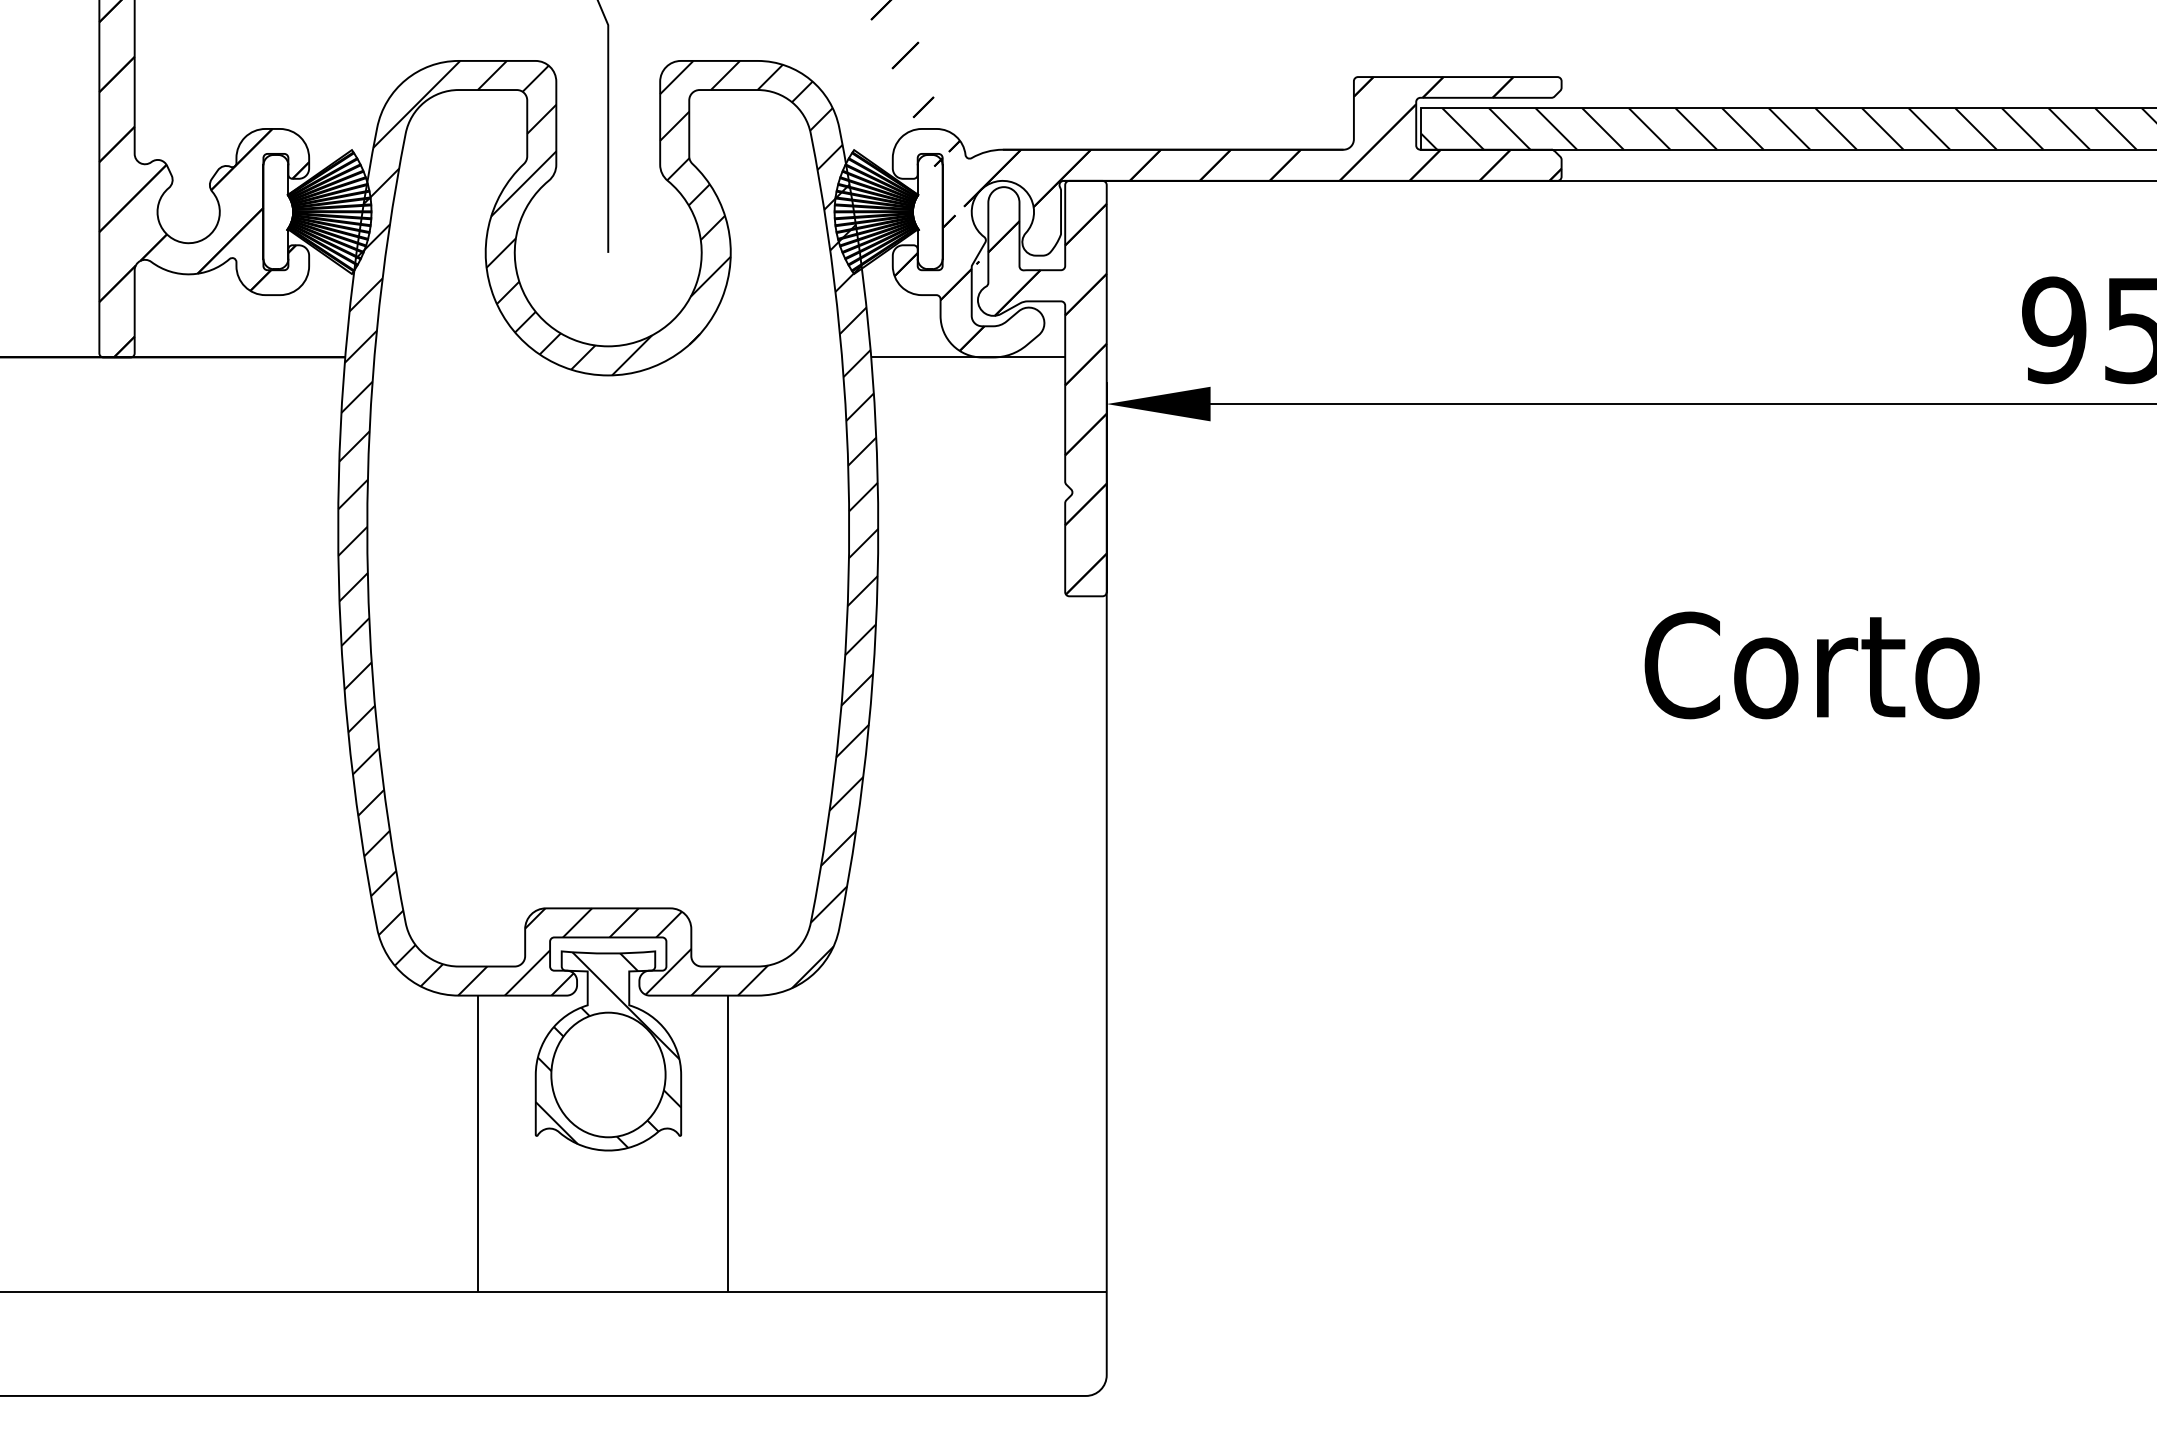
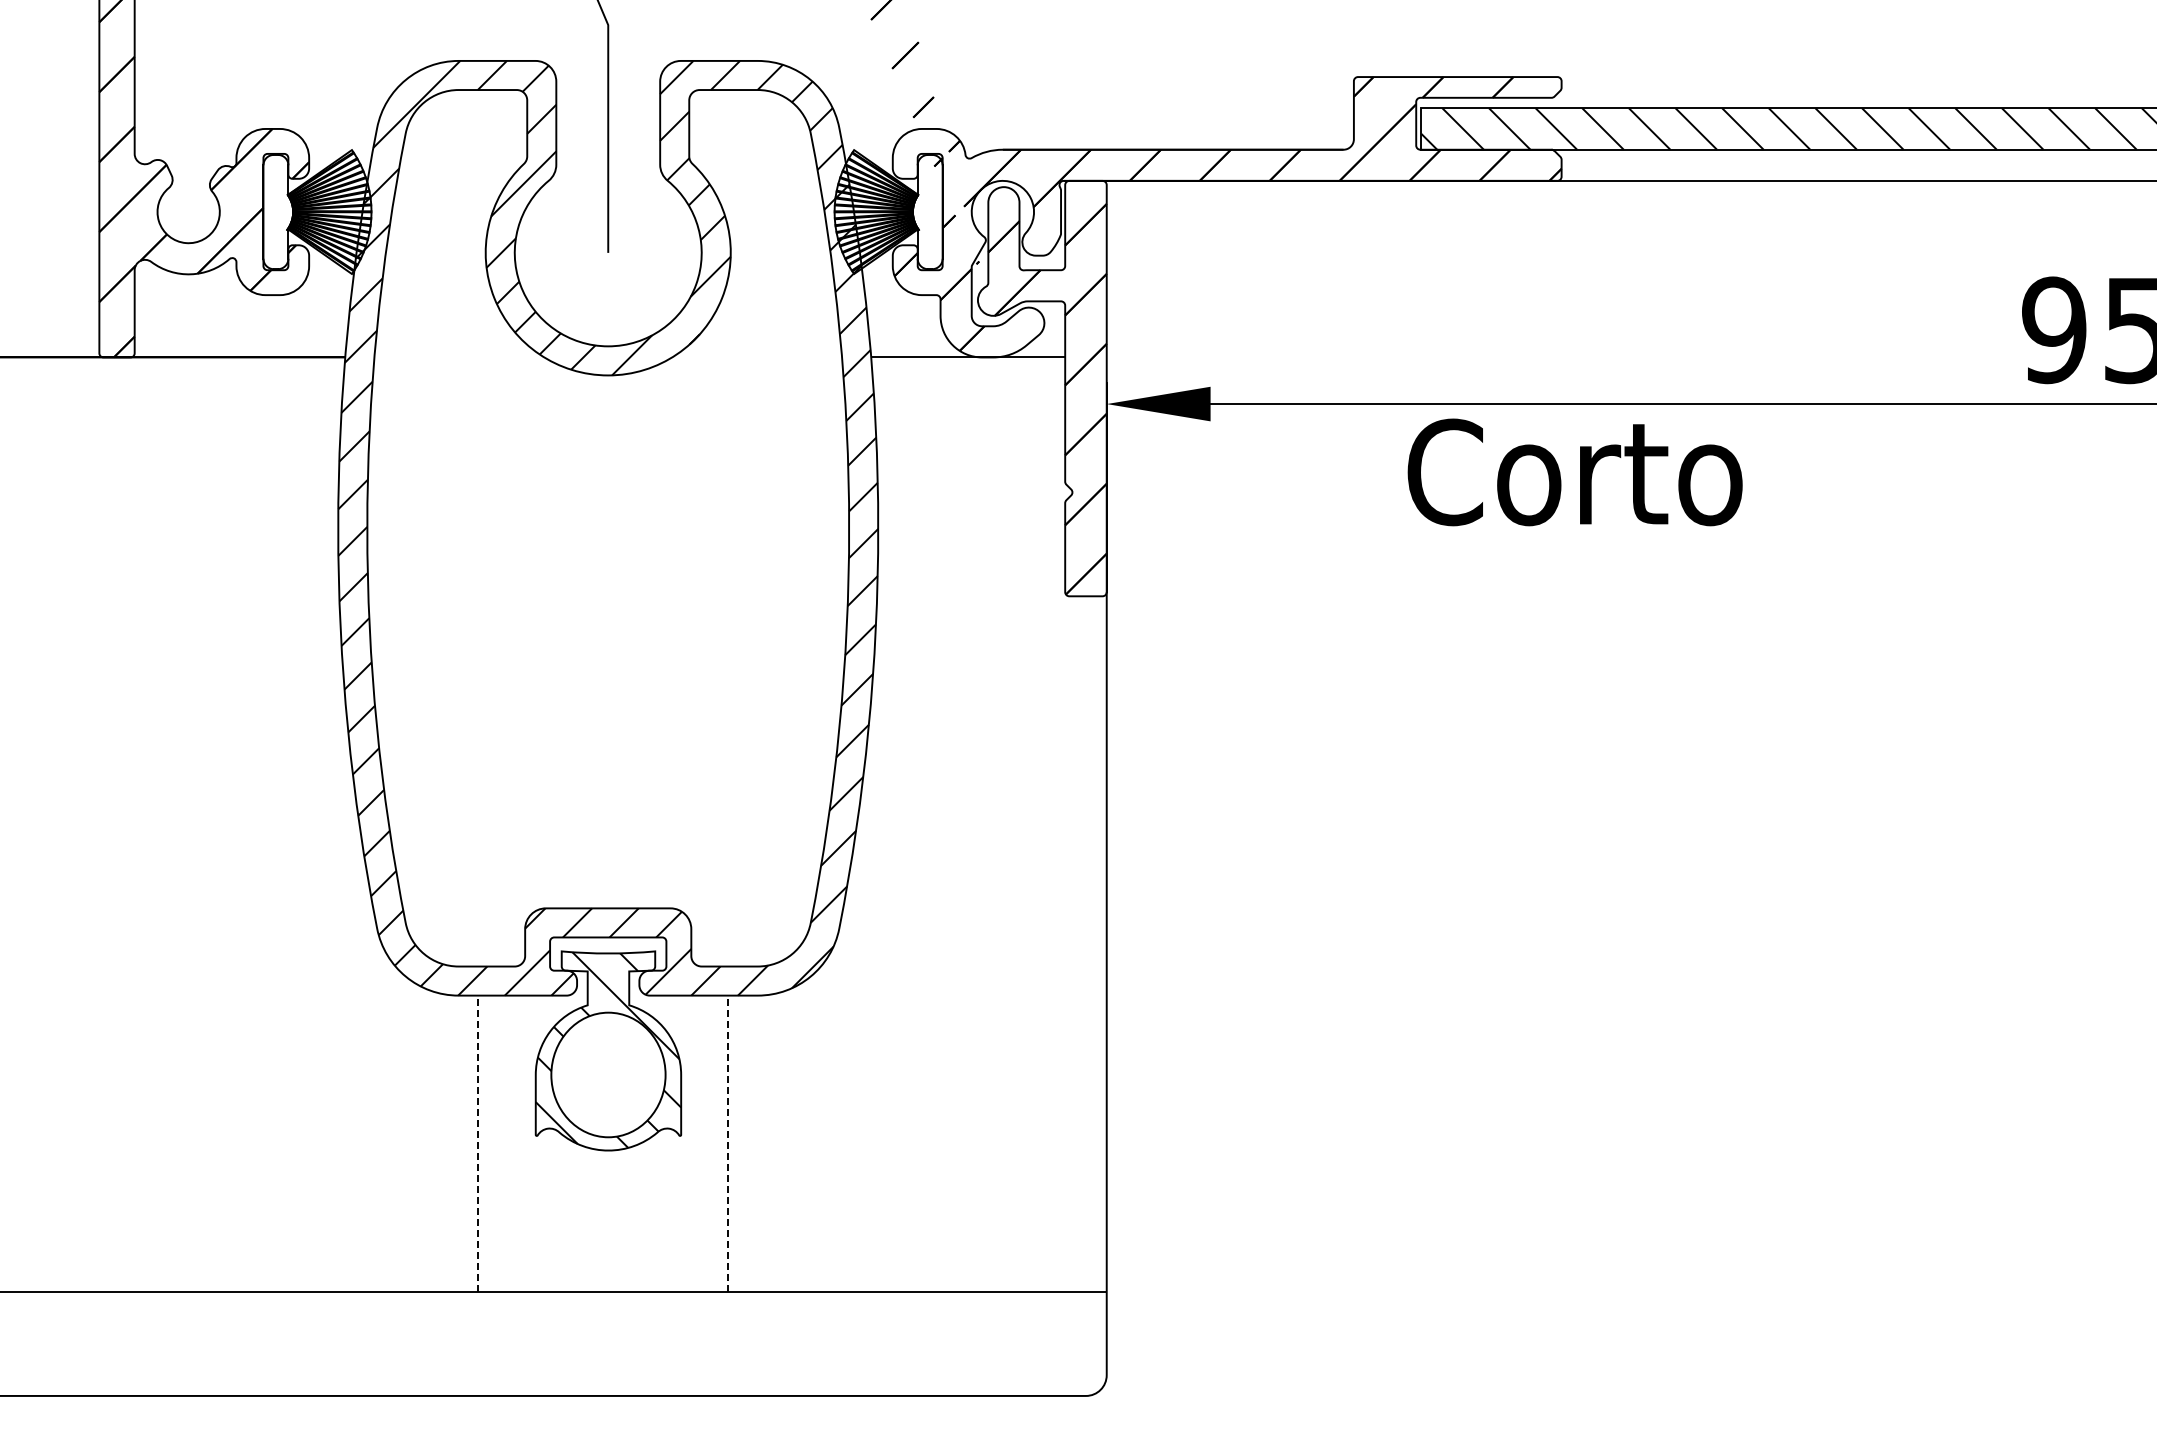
text at (1811, 665) position: (1811, 665) -> (1574, 472)
line at (478, 1143): solid -> dashed
line at (727, 1143): solid -> dashed
